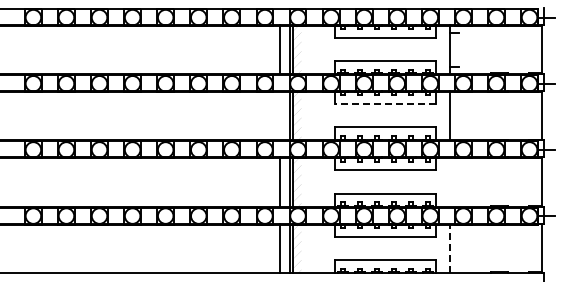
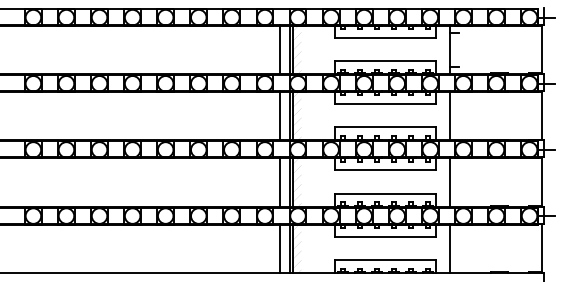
line at (385, 104): dashed -> solid
line at (279, 115): none -> present
line at (450, 181): none -> present
line at (450, 248): dashed -> solid
